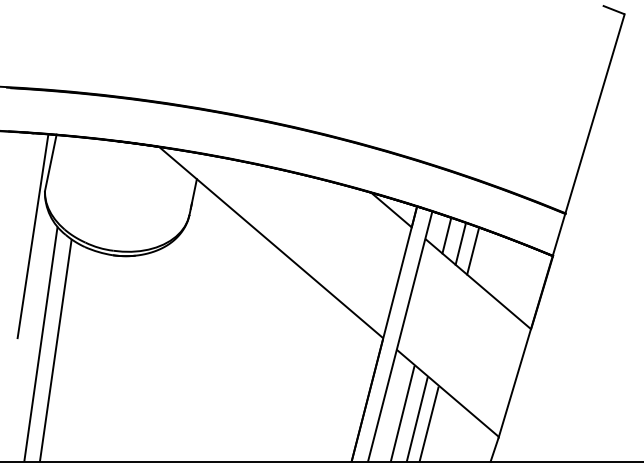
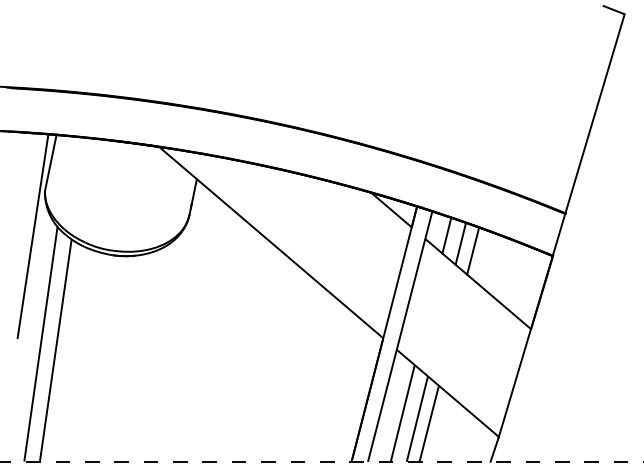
line at (320, 461): solid -> dashed
